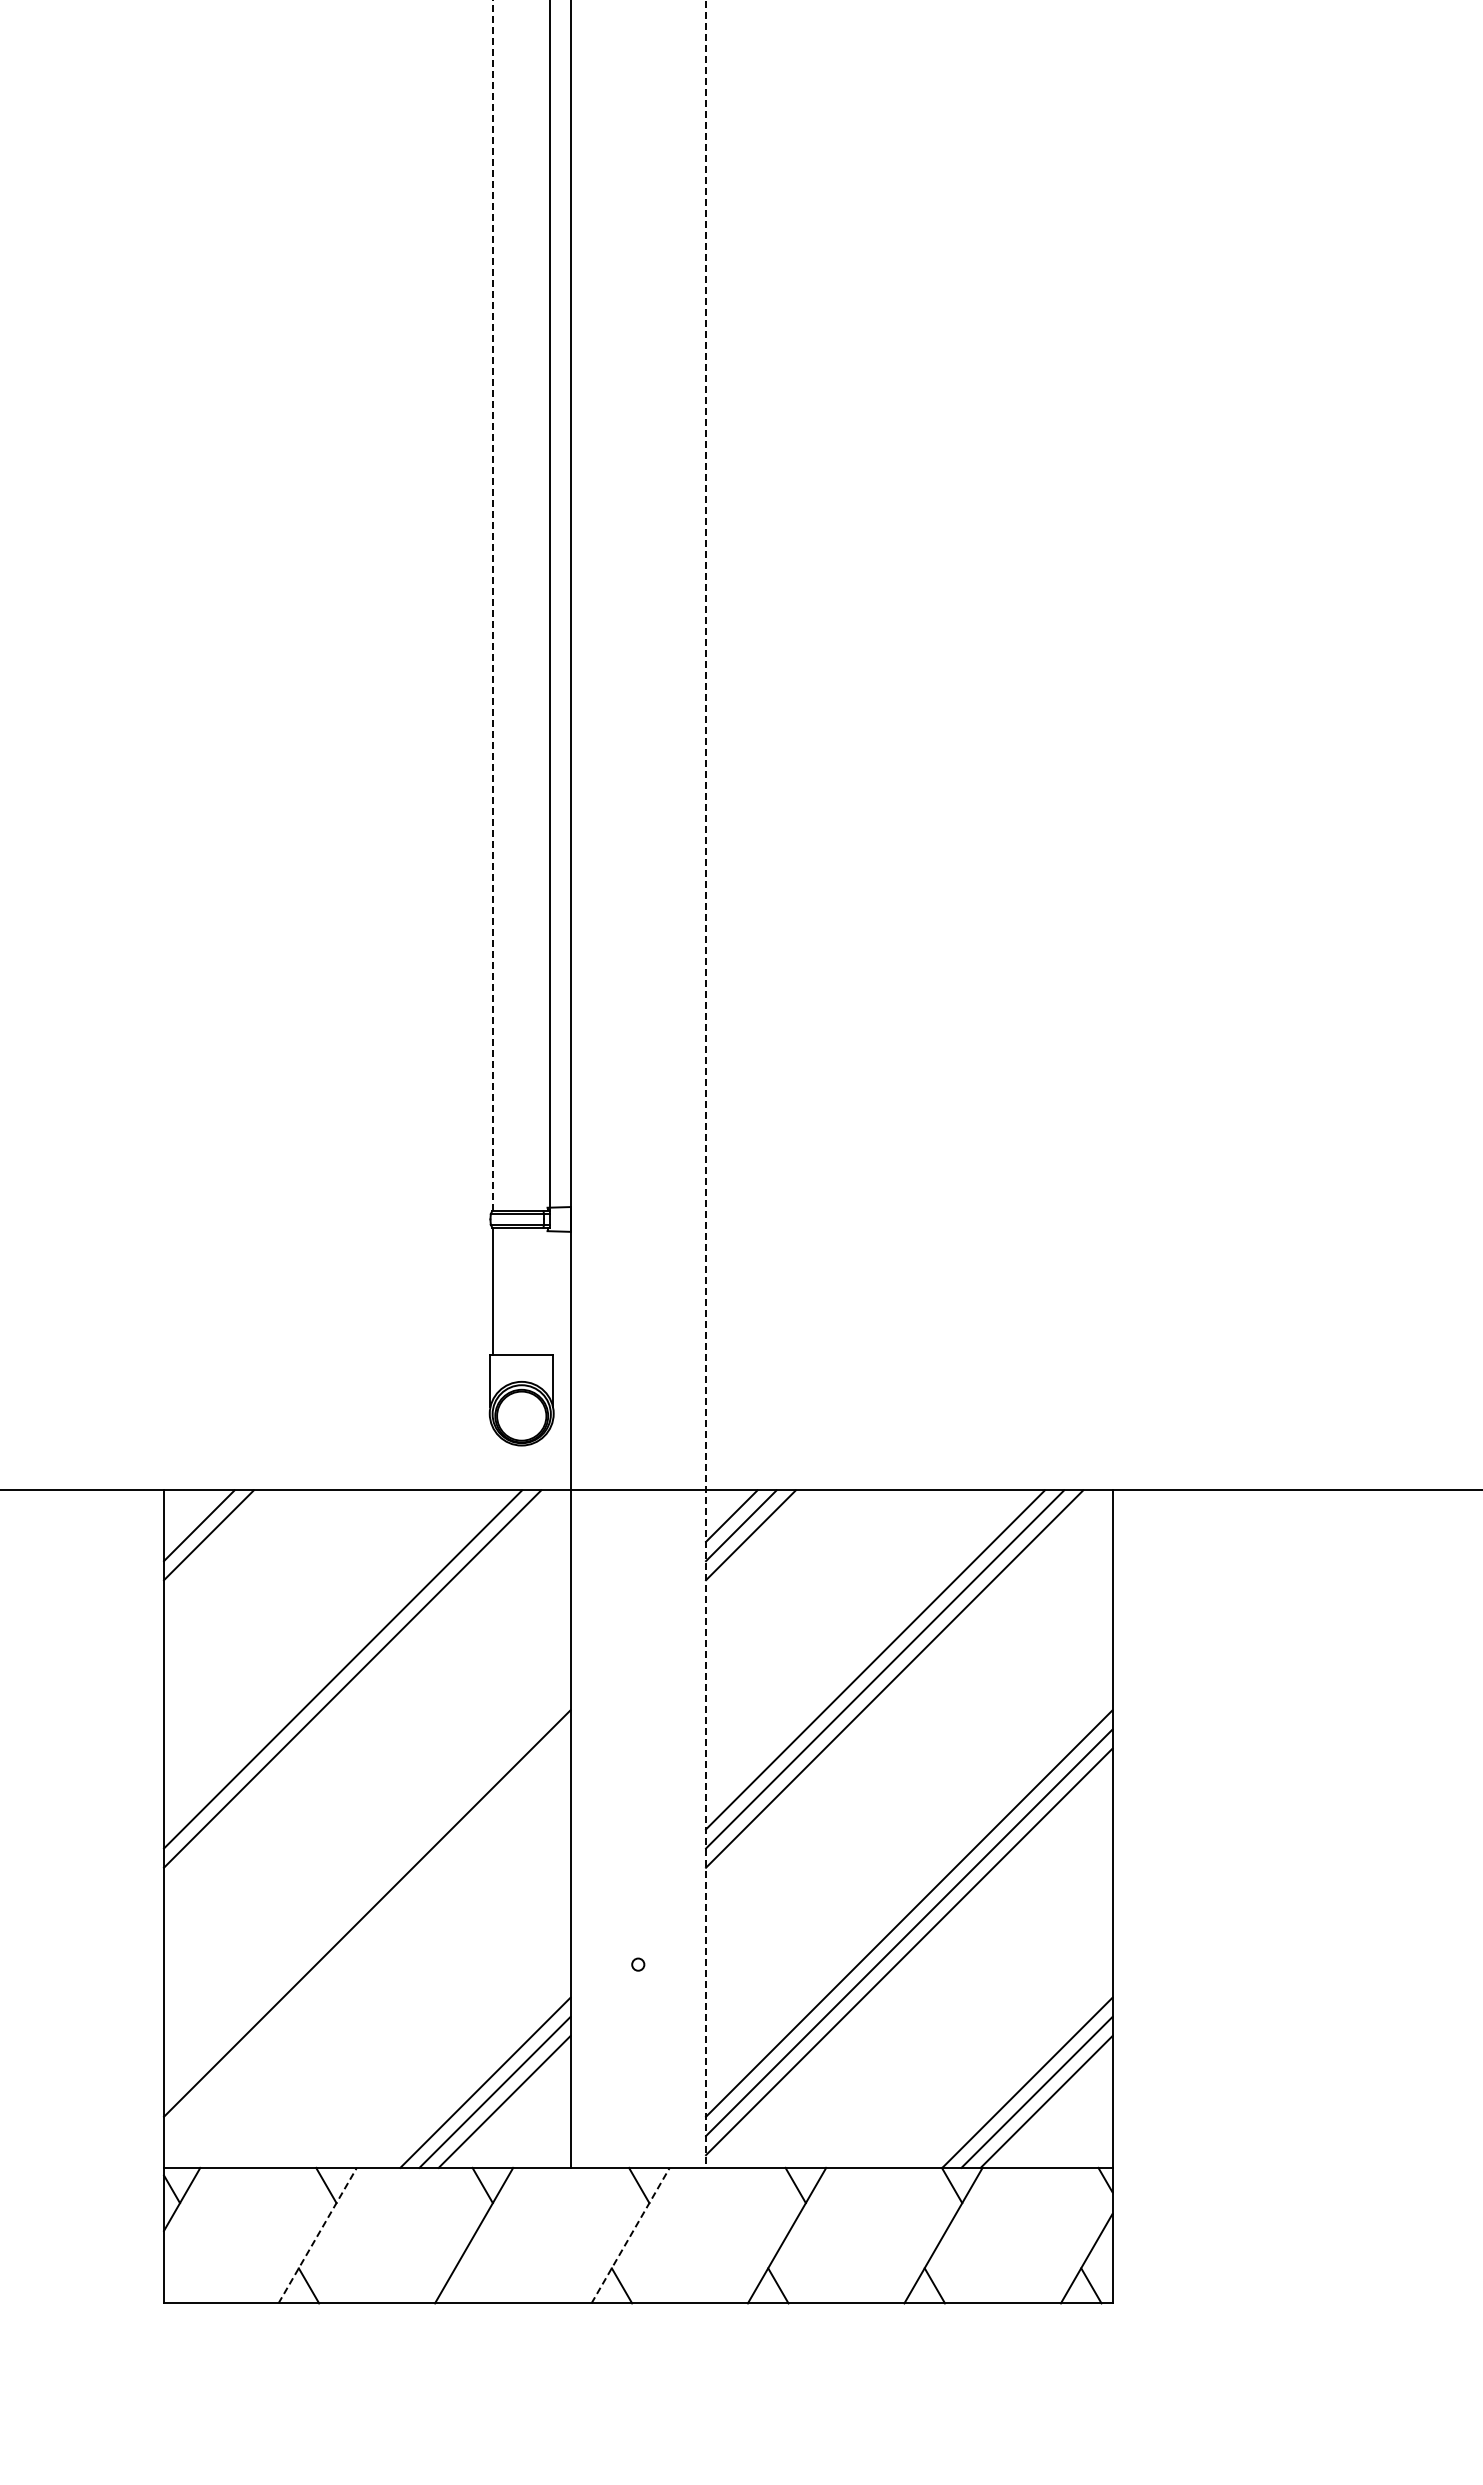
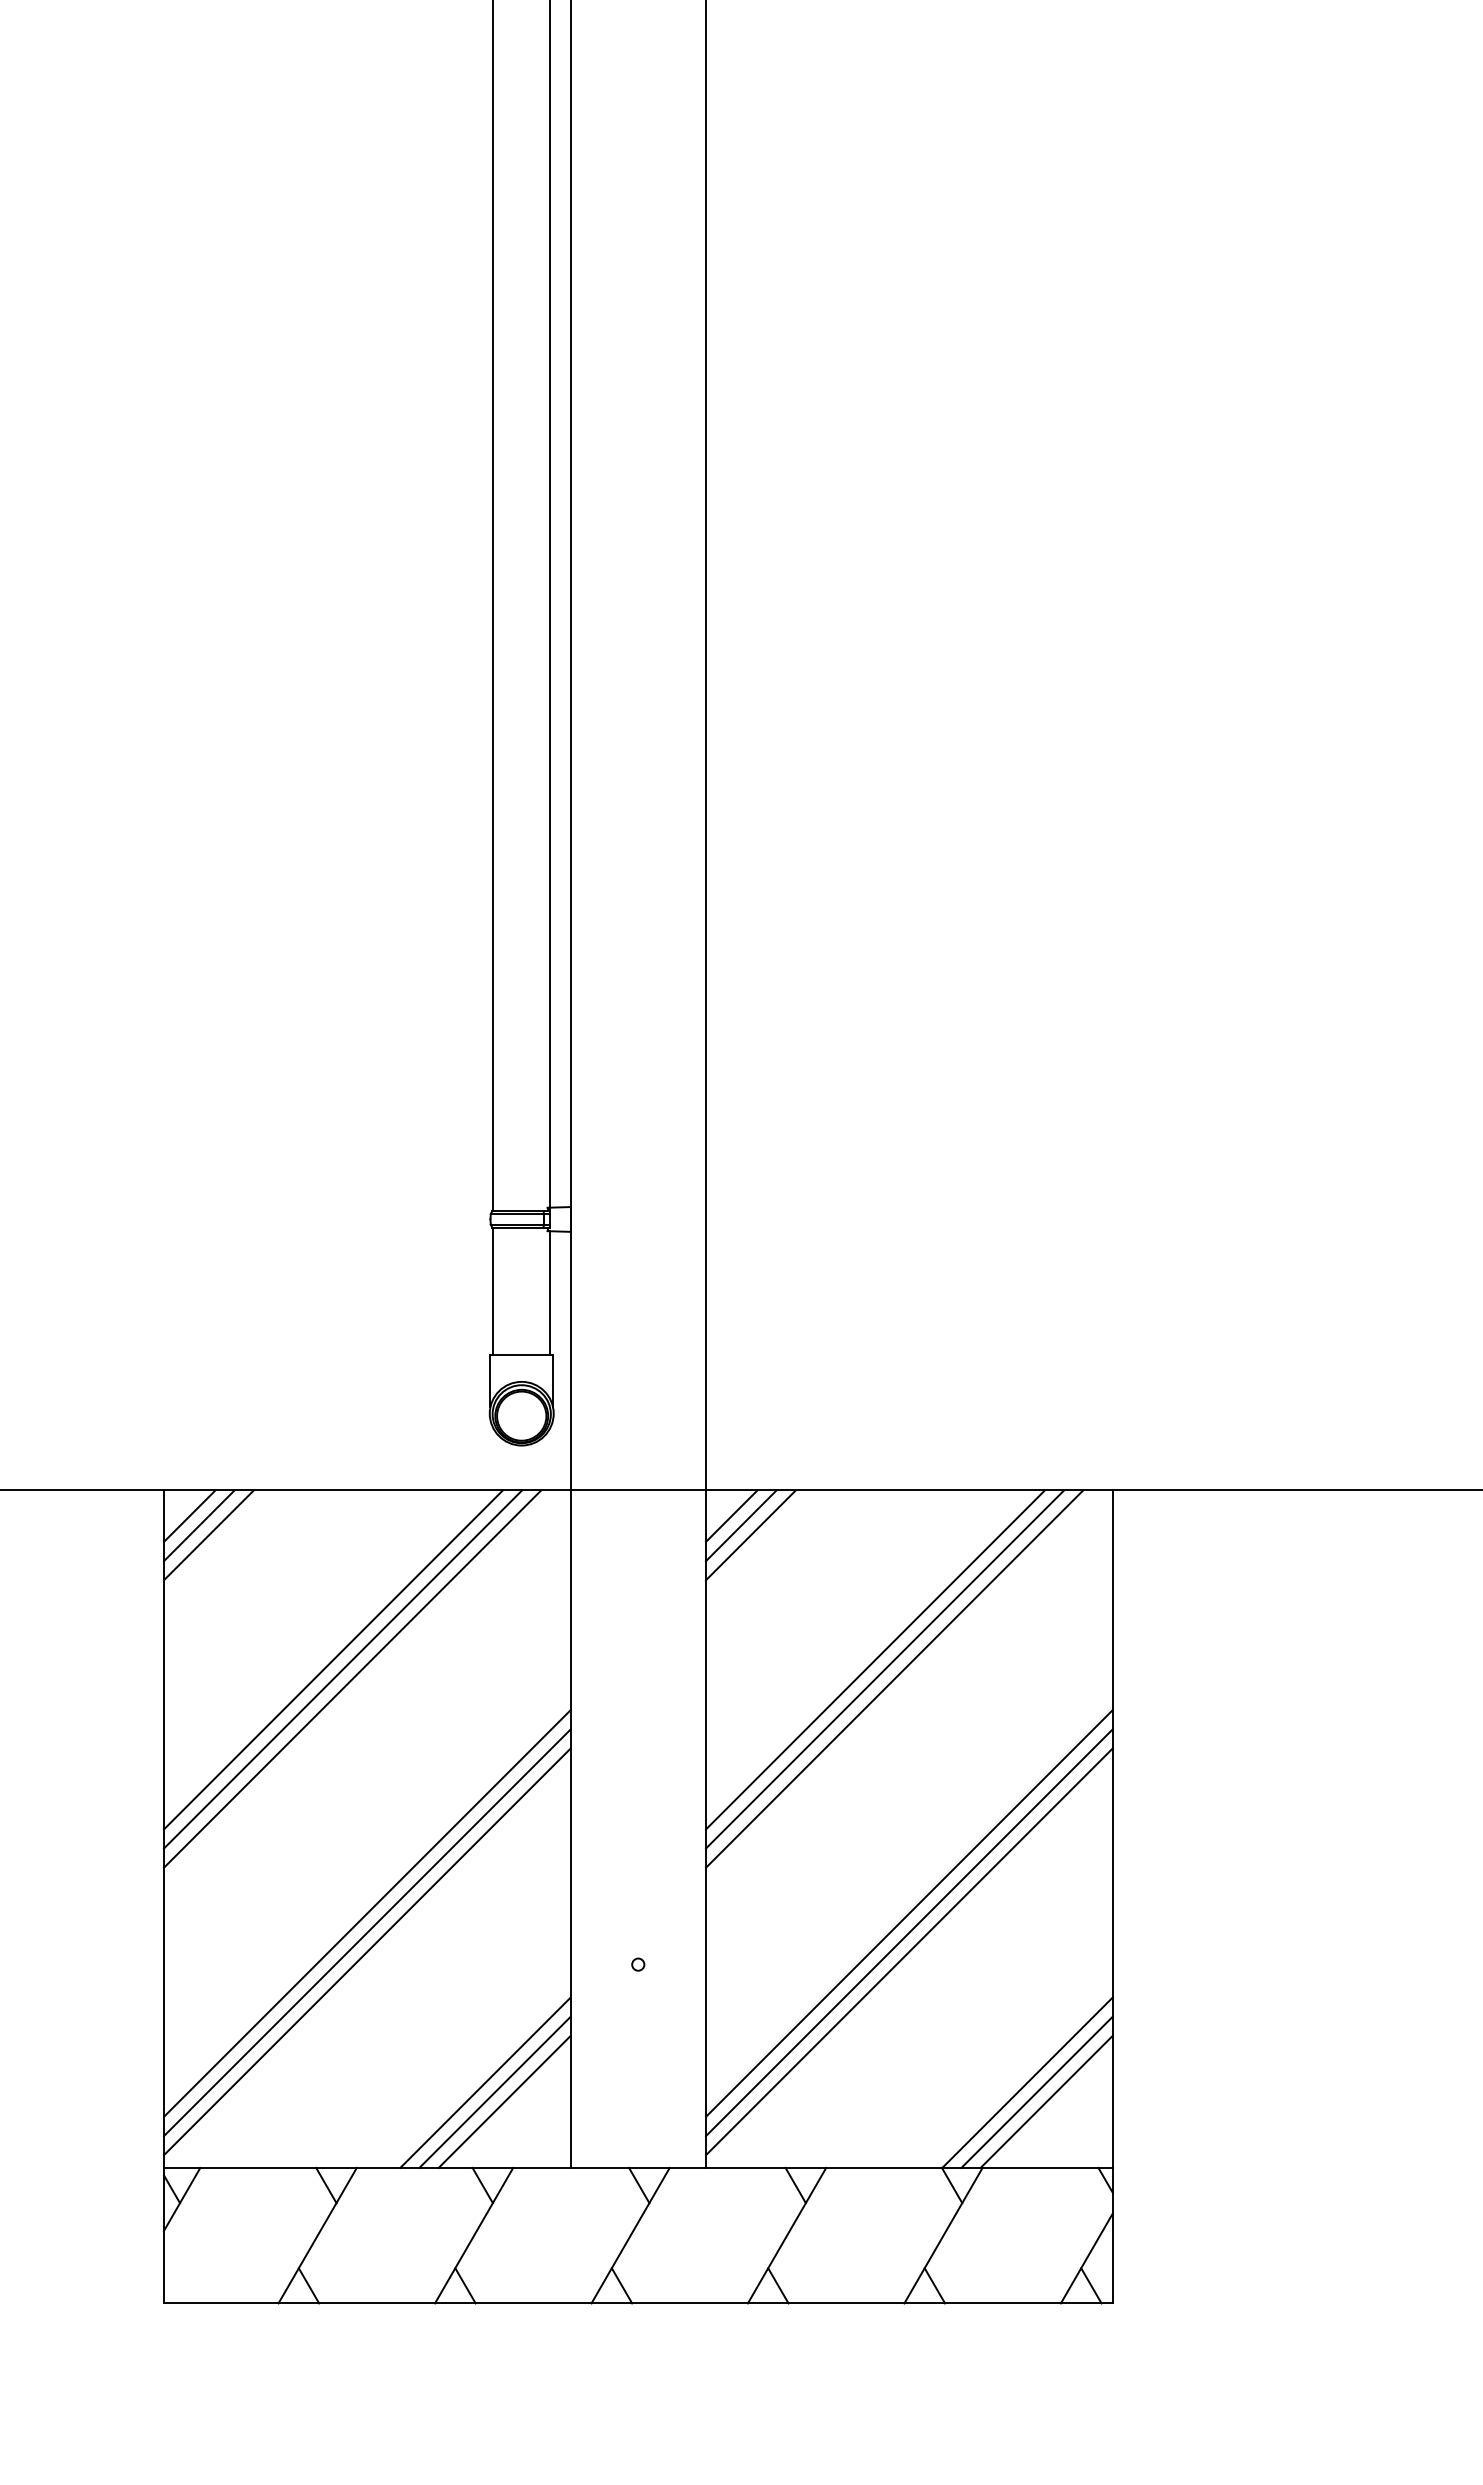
line at (493, 605): dashed -> solid
line at (706, 1084): dashed -> solid
line at (550, 1292): none -> present
line at (189, 1515): none -> present
line at (333, 1659): none -> present
line at (367, 1932): none -> present
line at (367, 1951): none -> present
line at (317, 2235): dashed -> solid
line at (630, 2235): dashed -> solid
line at (465, 2285): none -> present
